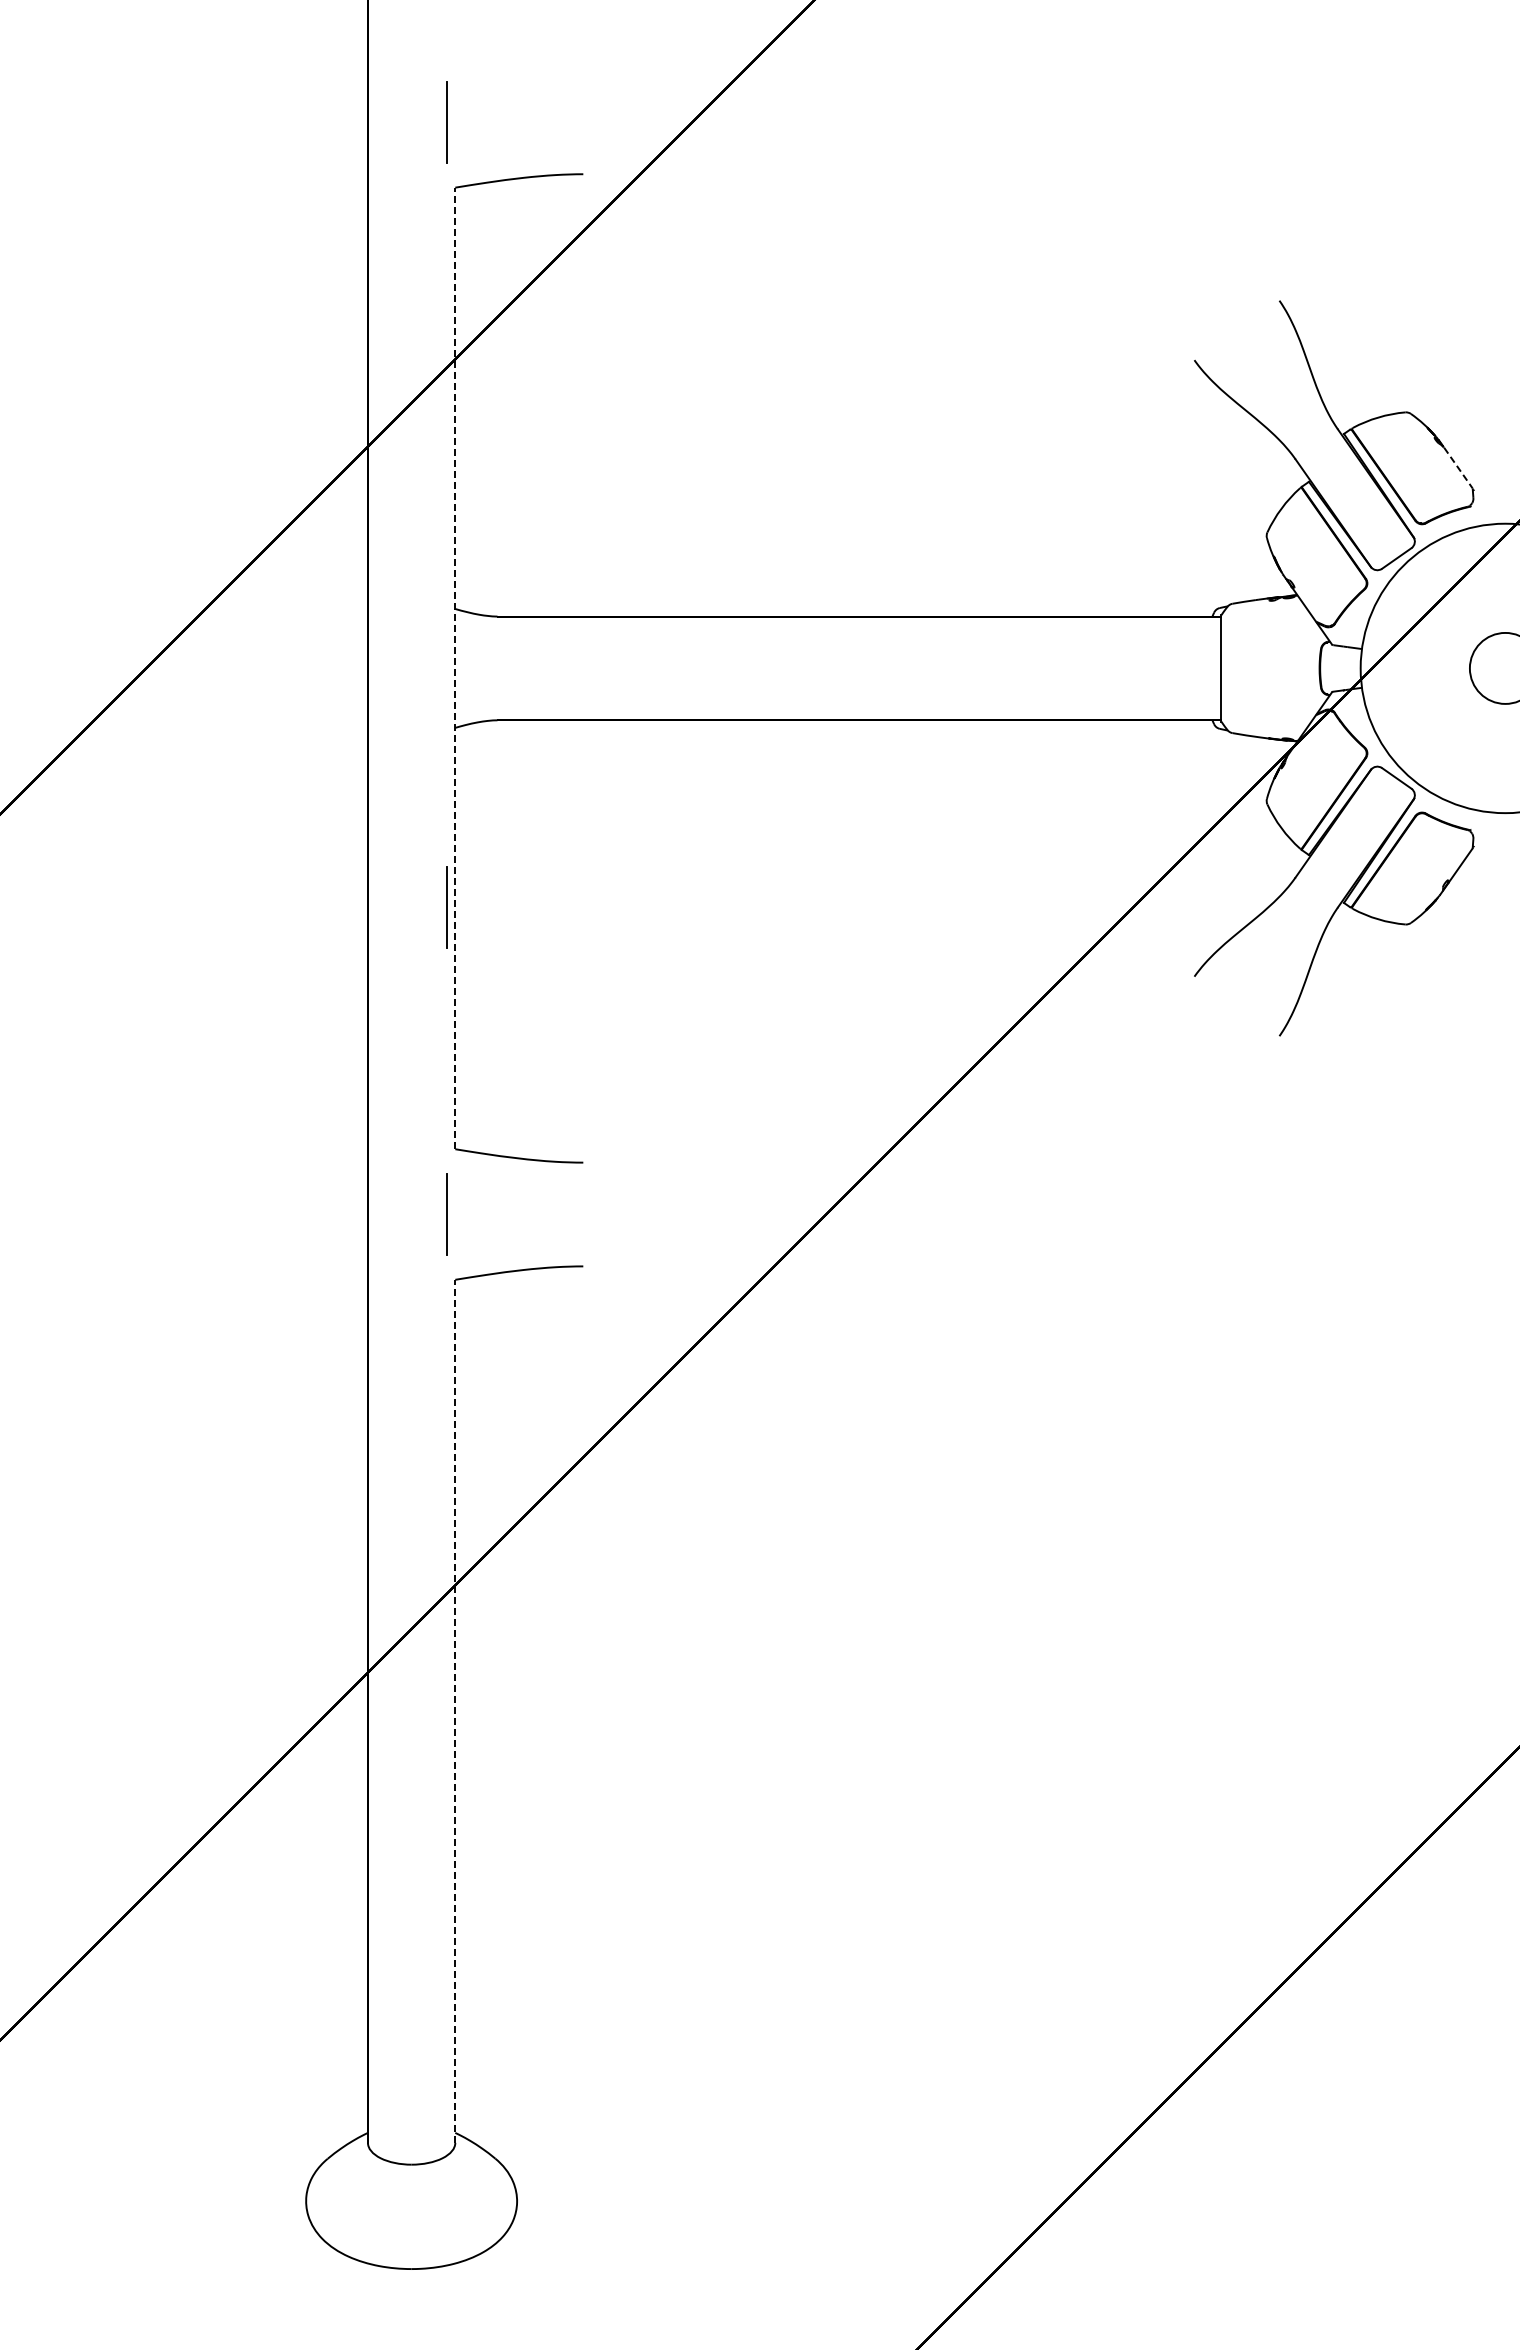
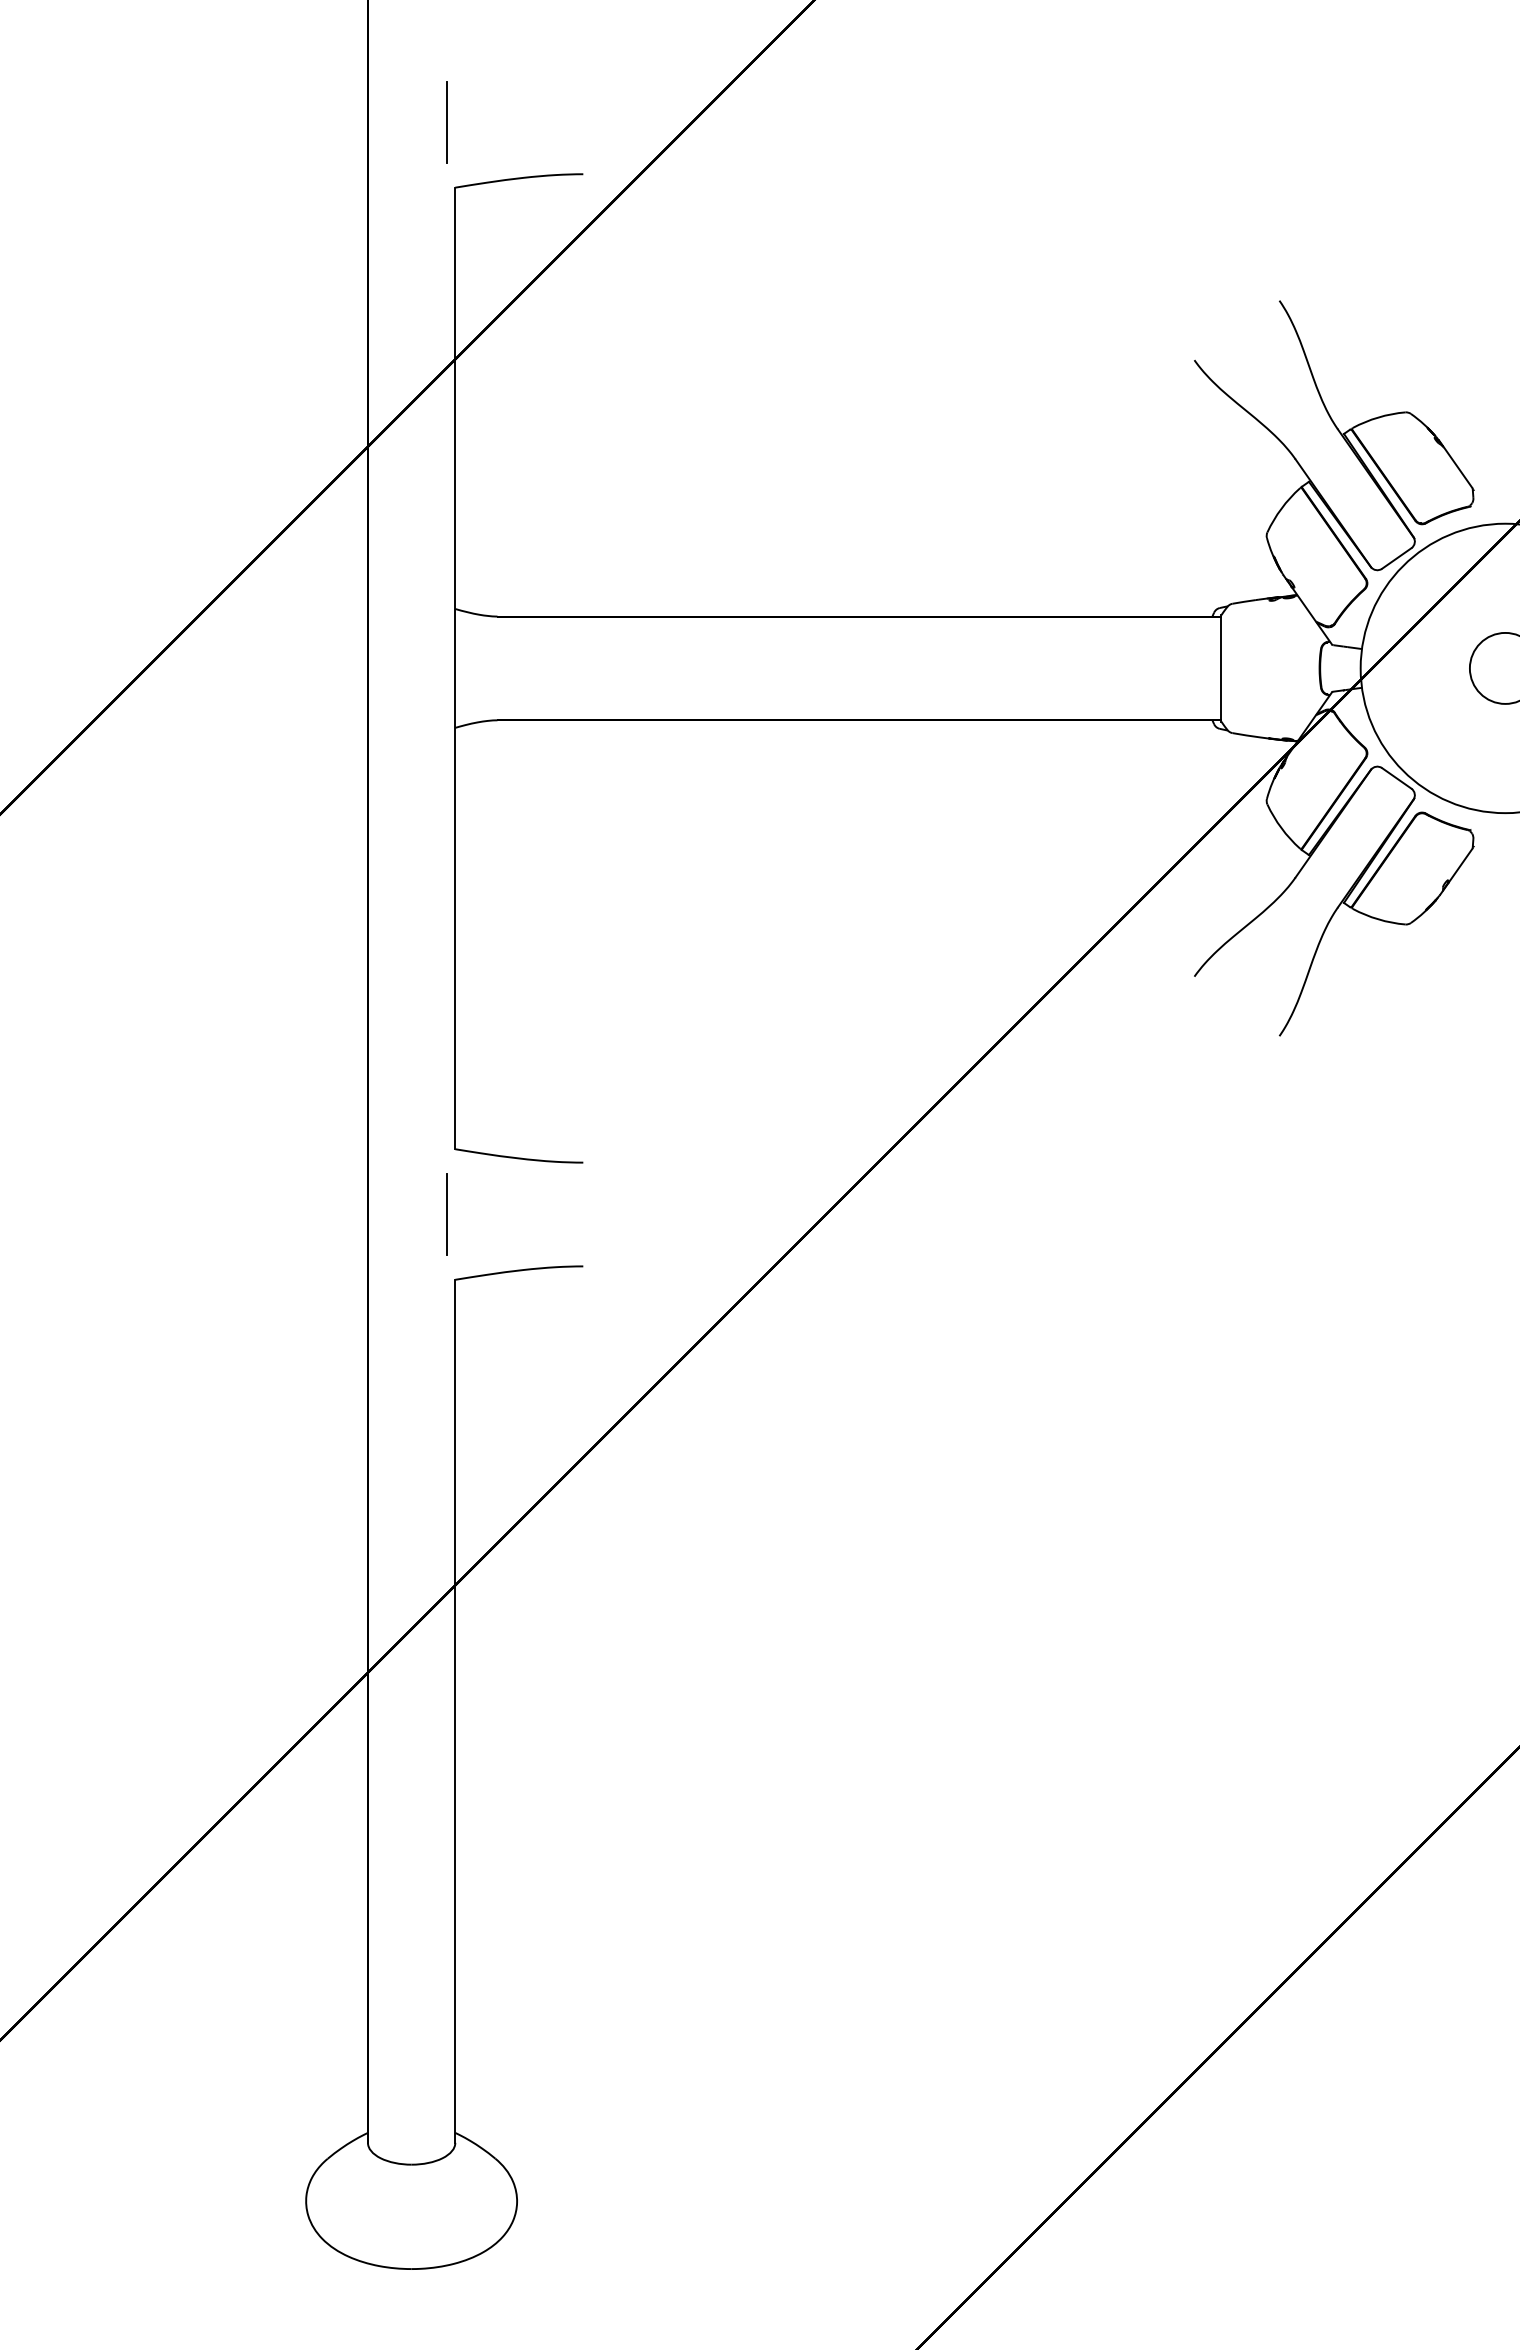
line at (1458, 468): dashed -> solid
line at (455, 668): dashed -> solid
line at (446, 907): present -> none
line at (455, 1711): dashed -> solid
